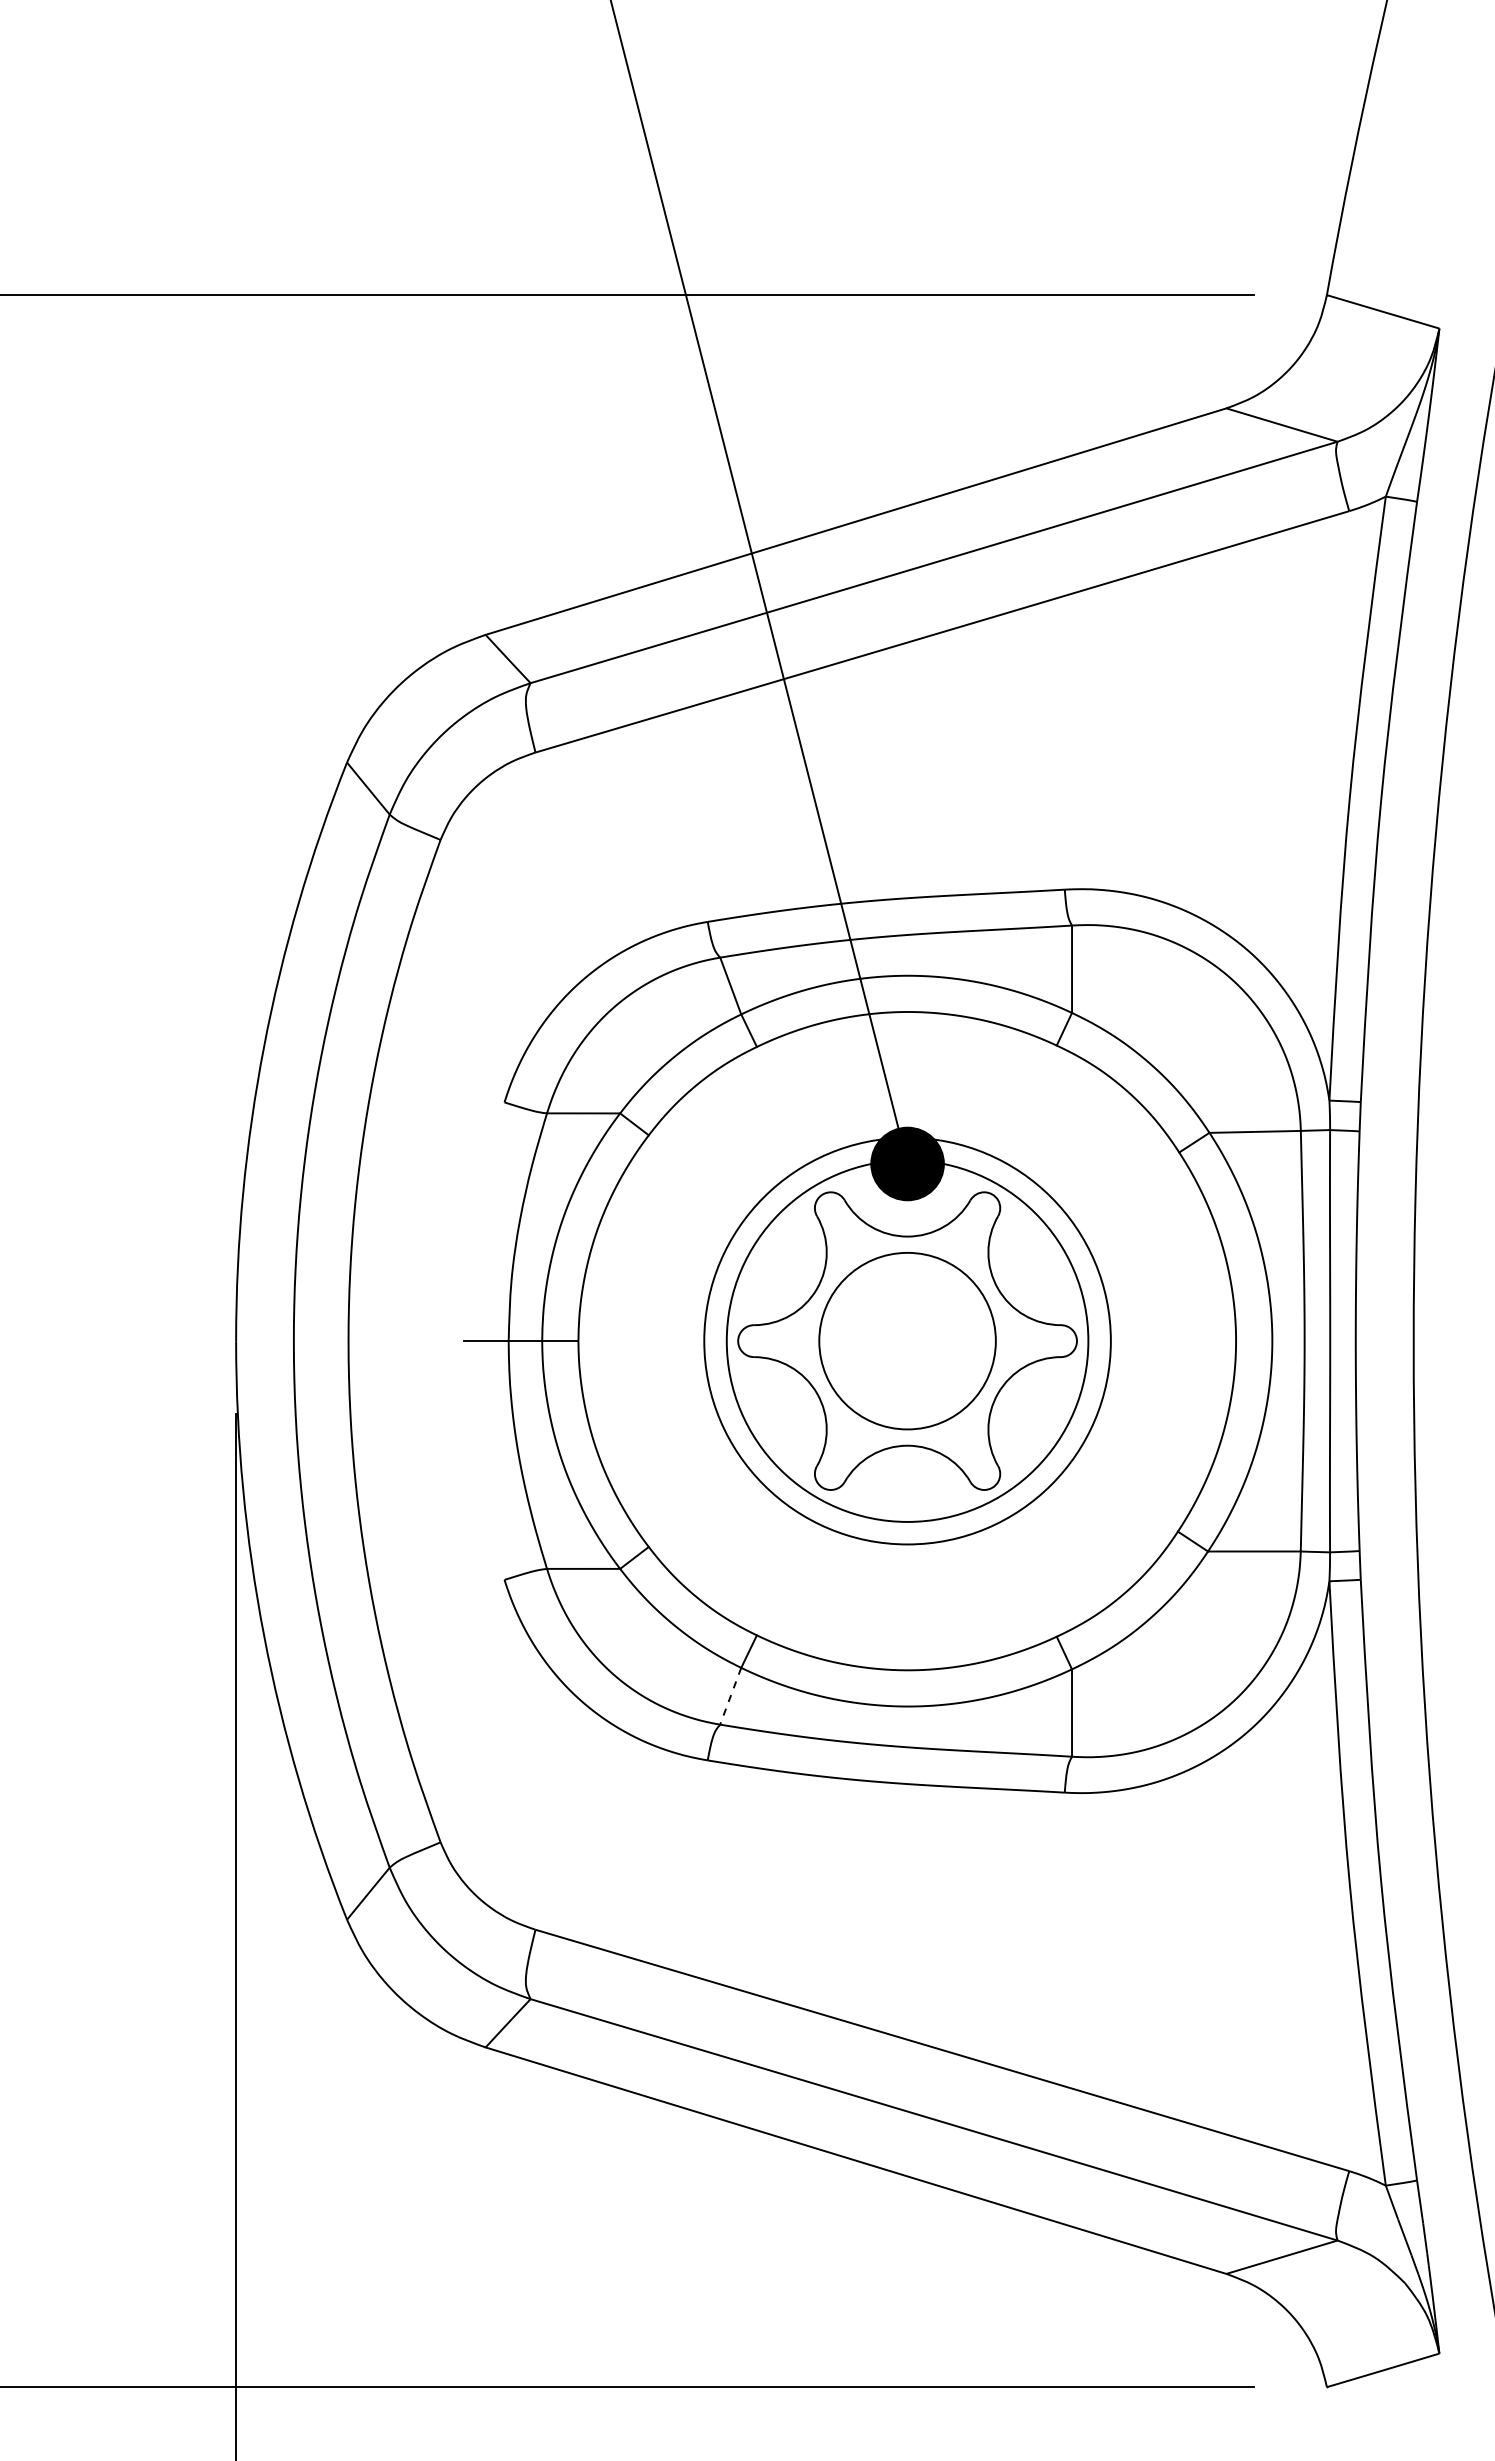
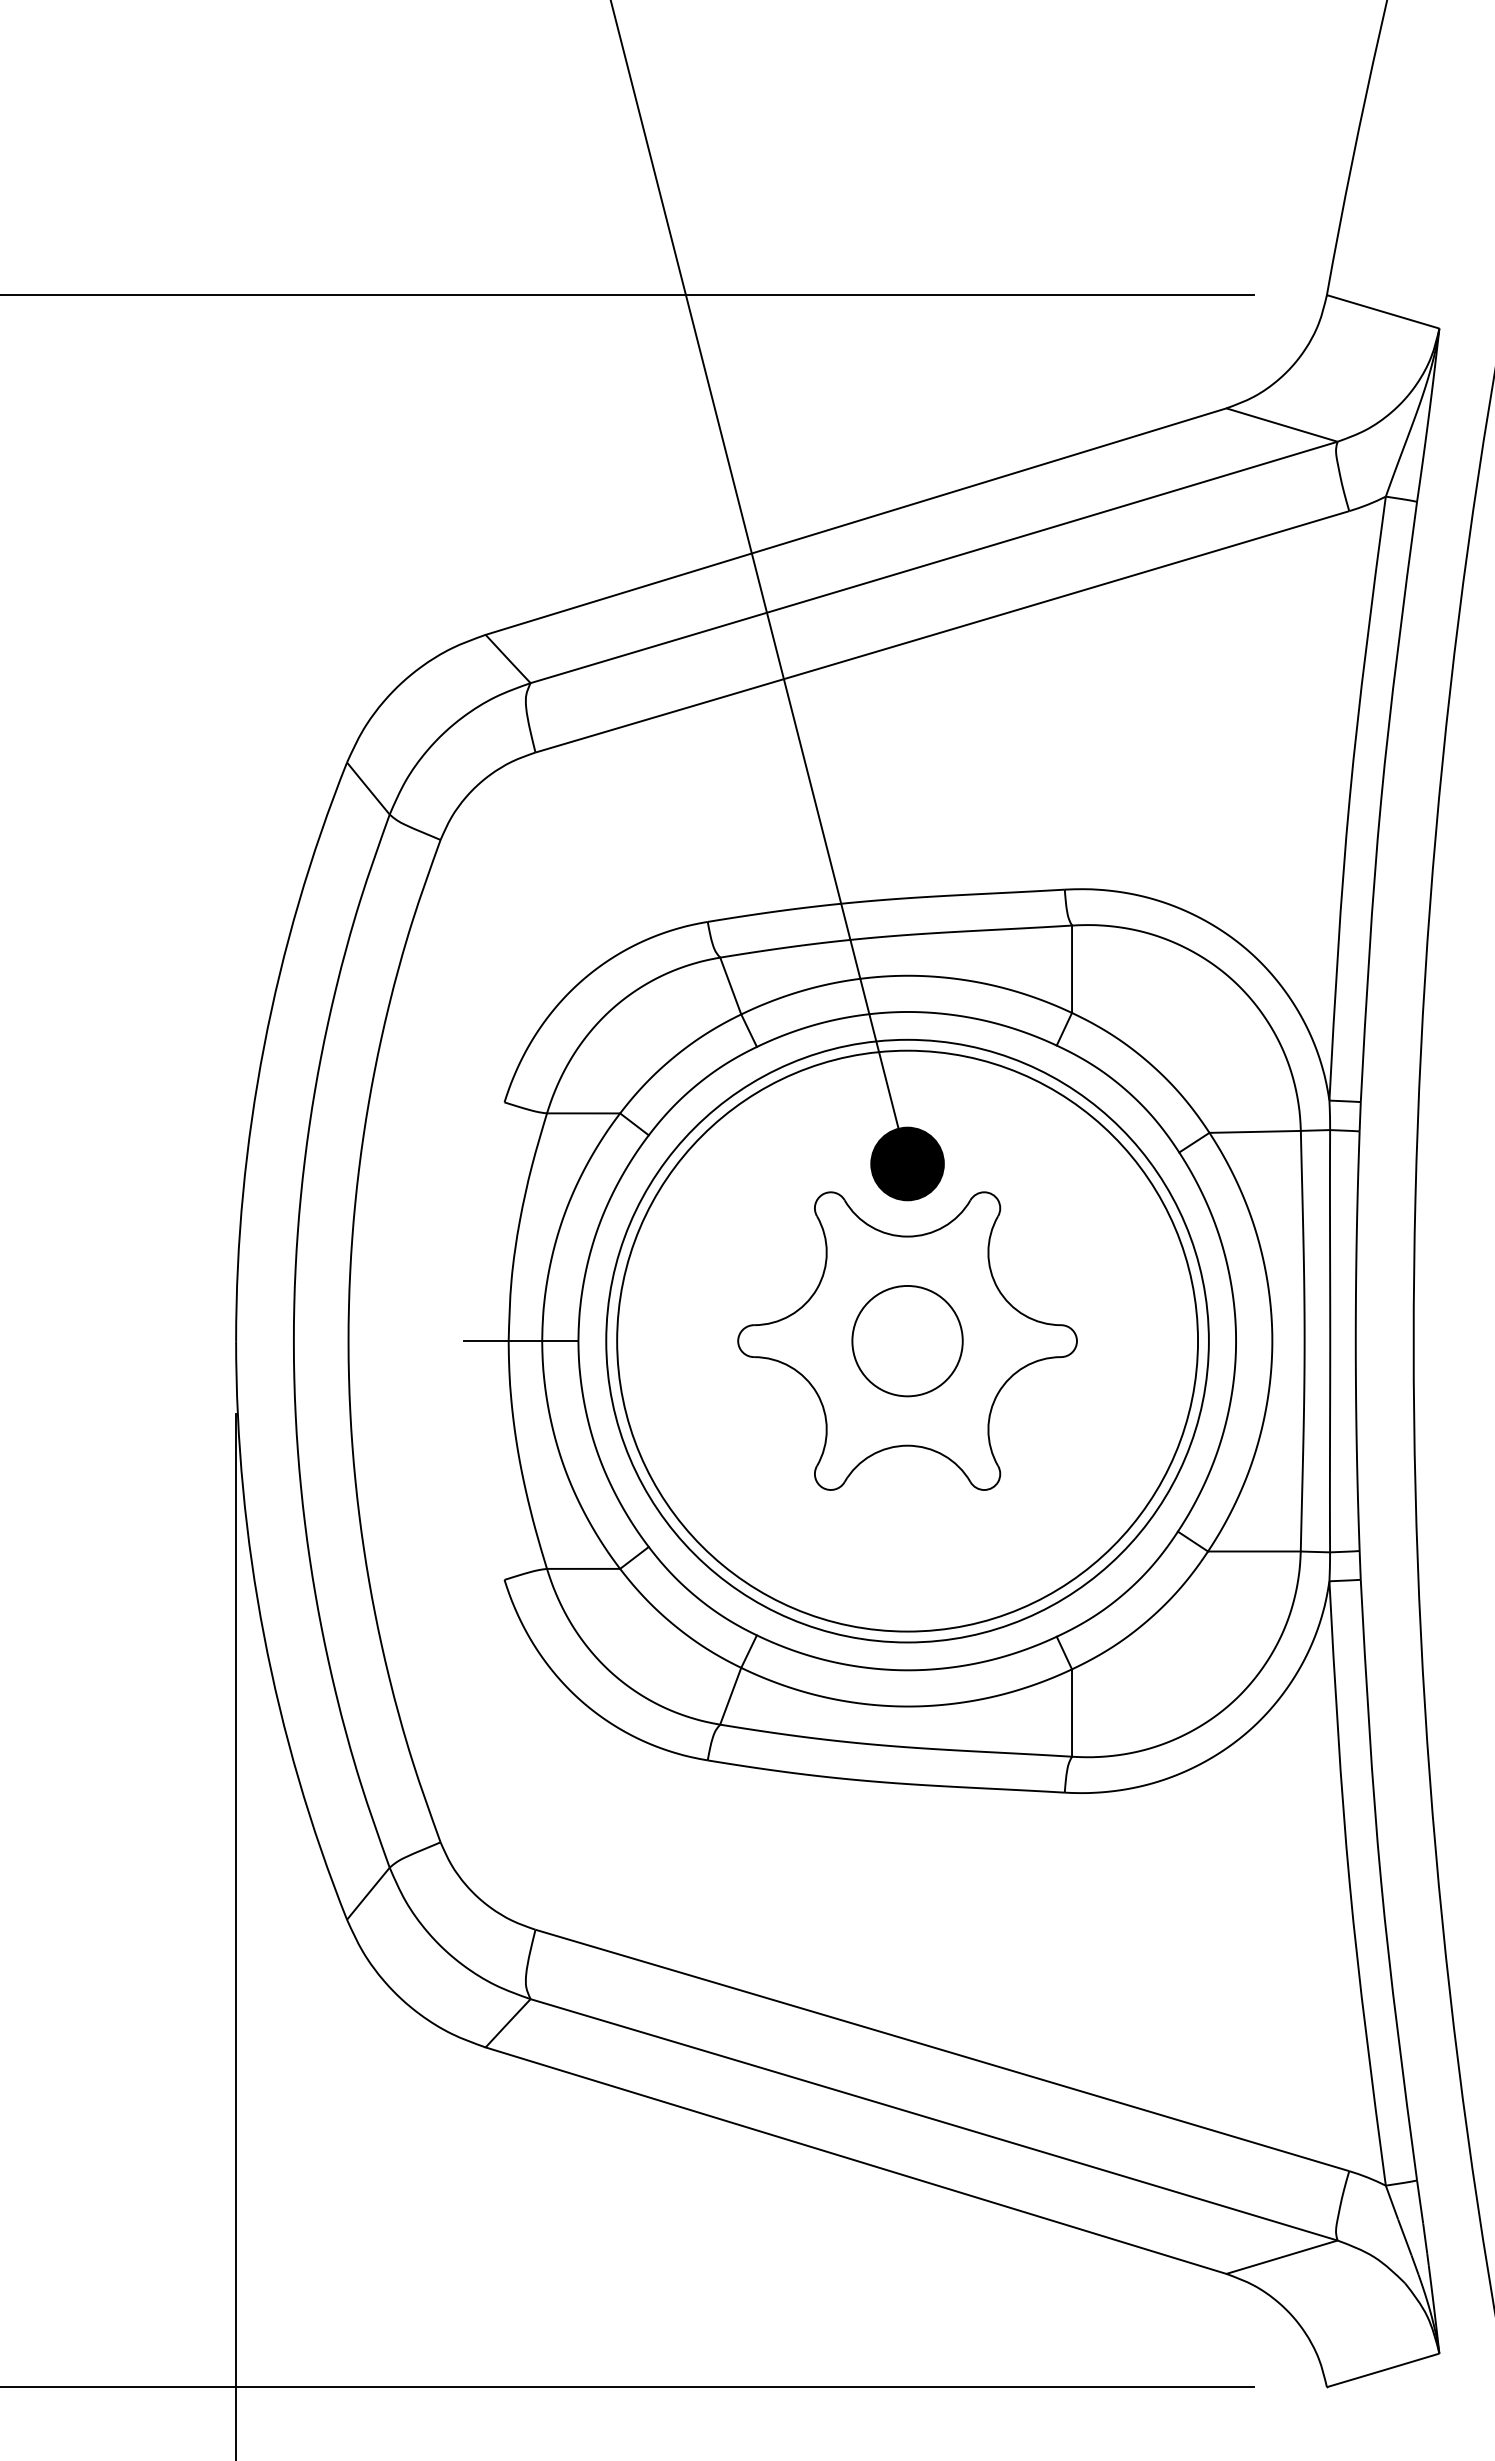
circle at (907, 1340) diameter: 177 px -> 110 px
circle at (907, 1340) diameter: 362 px -> 603 px
circle at (907, 1340) diameter: 407 px -> 581 px
line at (730, 1696): dashed -> solid
